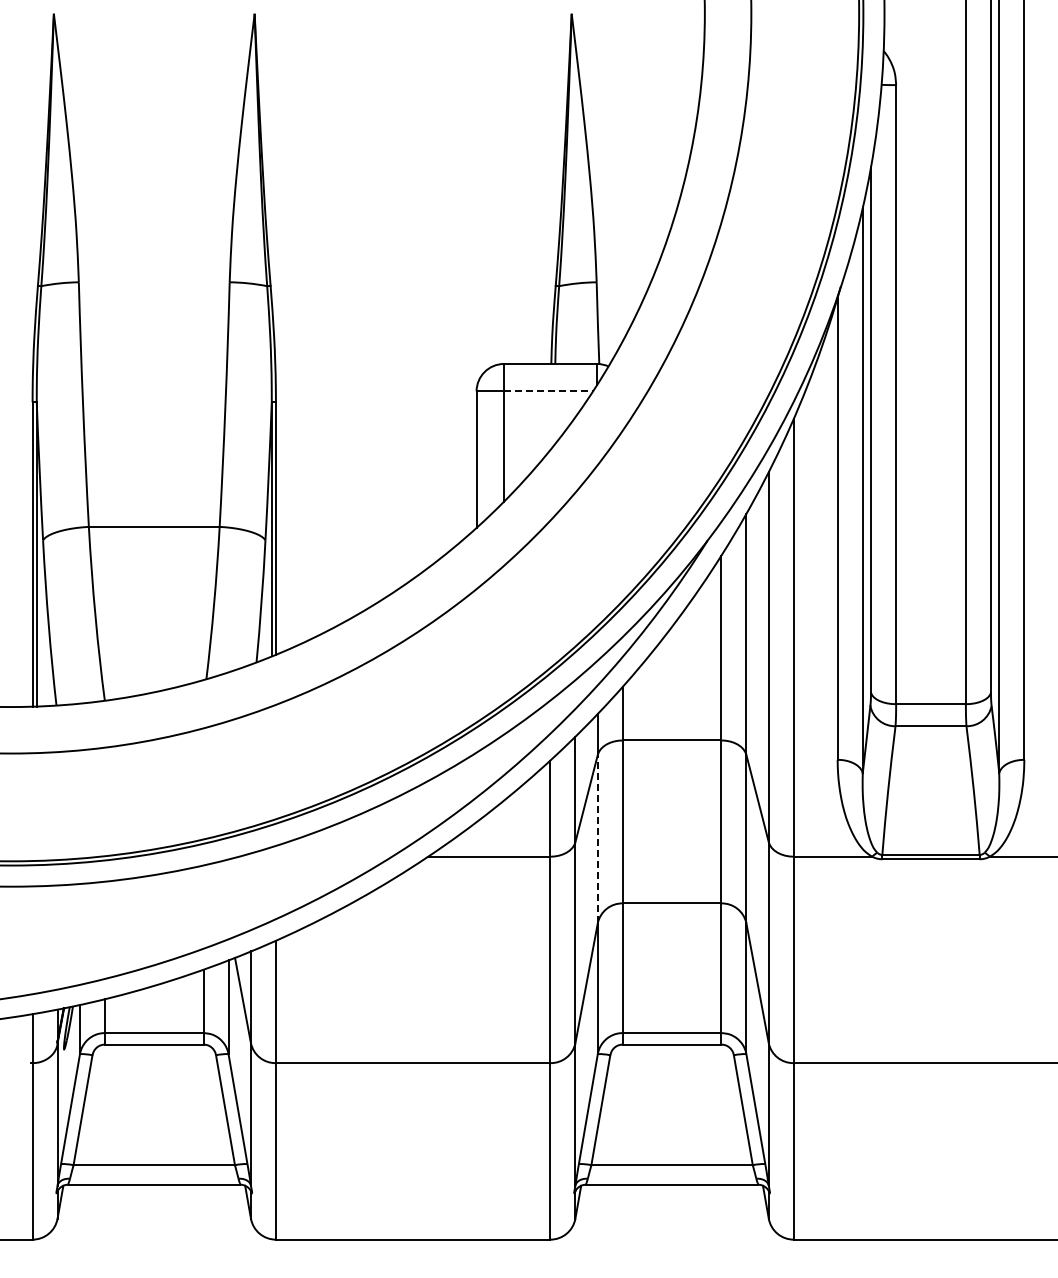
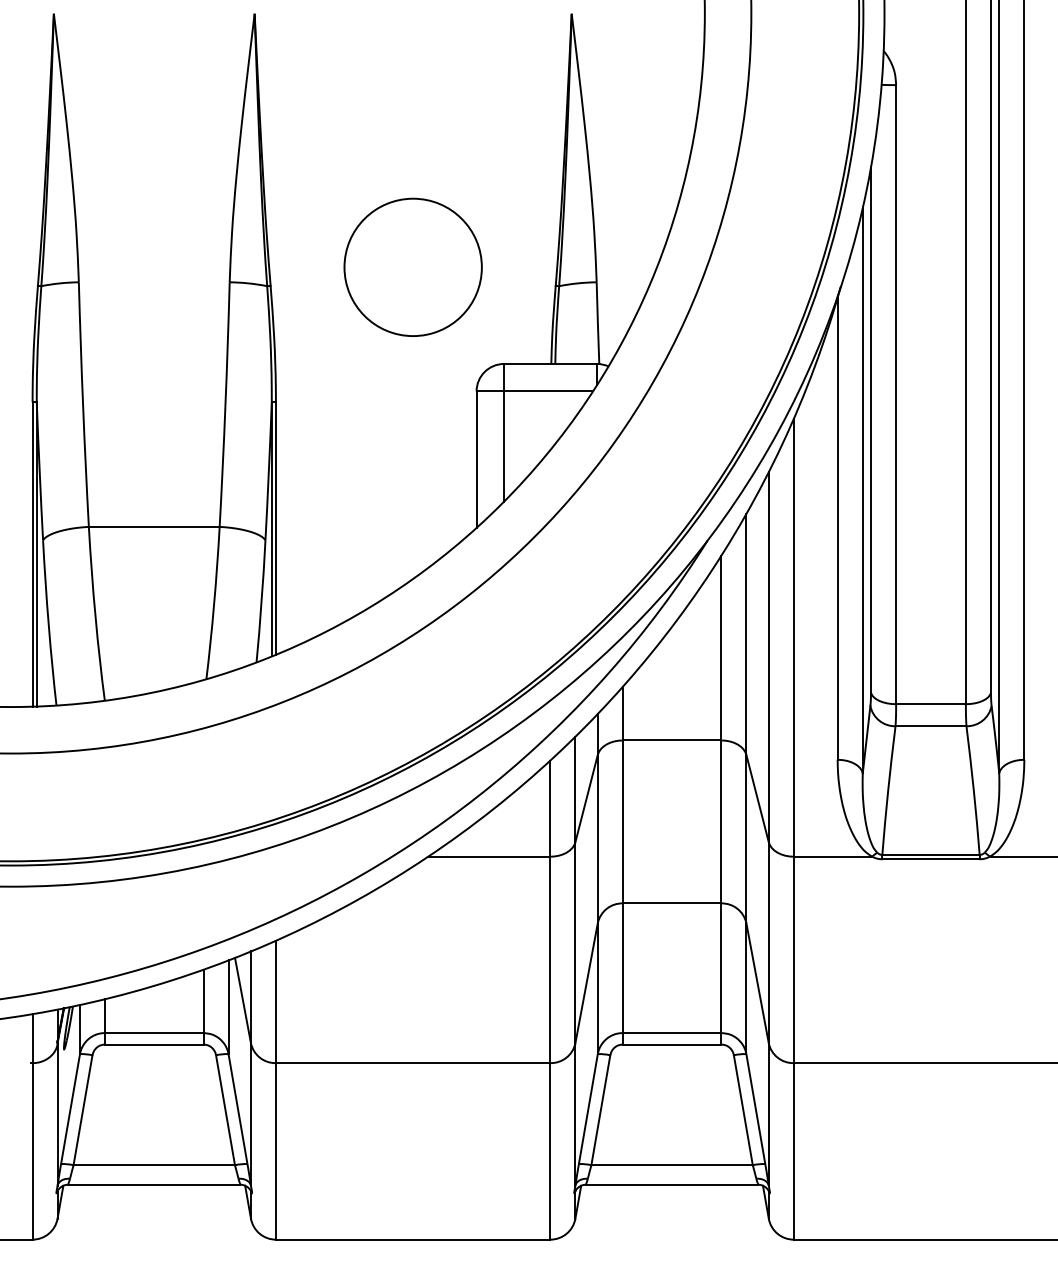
circle at (412, 266): none -> present
line at (549, 391): dashed -> solid
line at (597, 838): dashed -> solid
